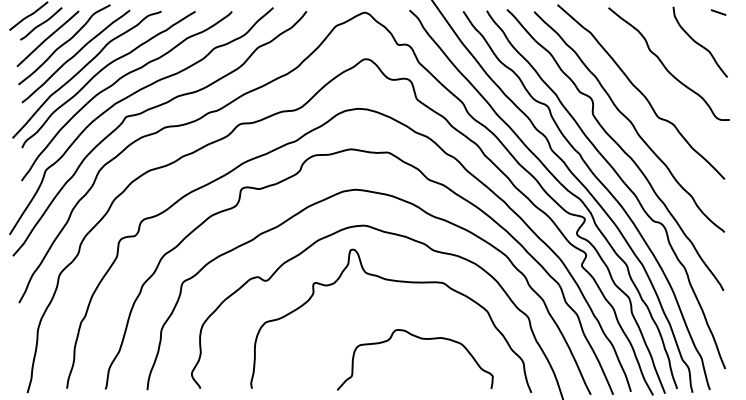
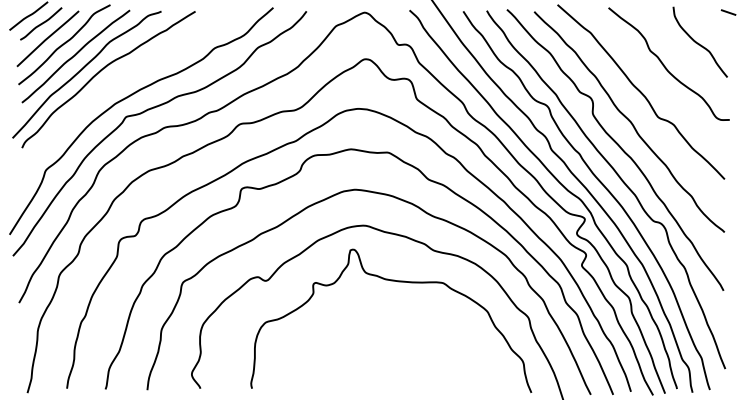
line at (718, 12) position: (718, 12) -> (728, 12)
curve at (117, 82): present -> none
curve at (420, 339): present -> none
